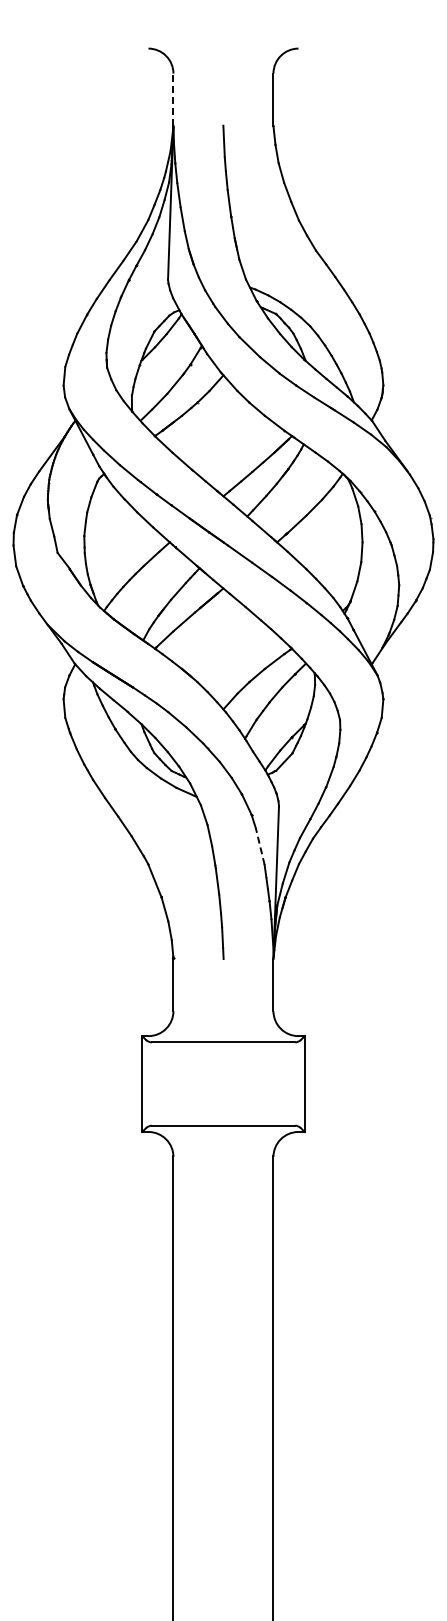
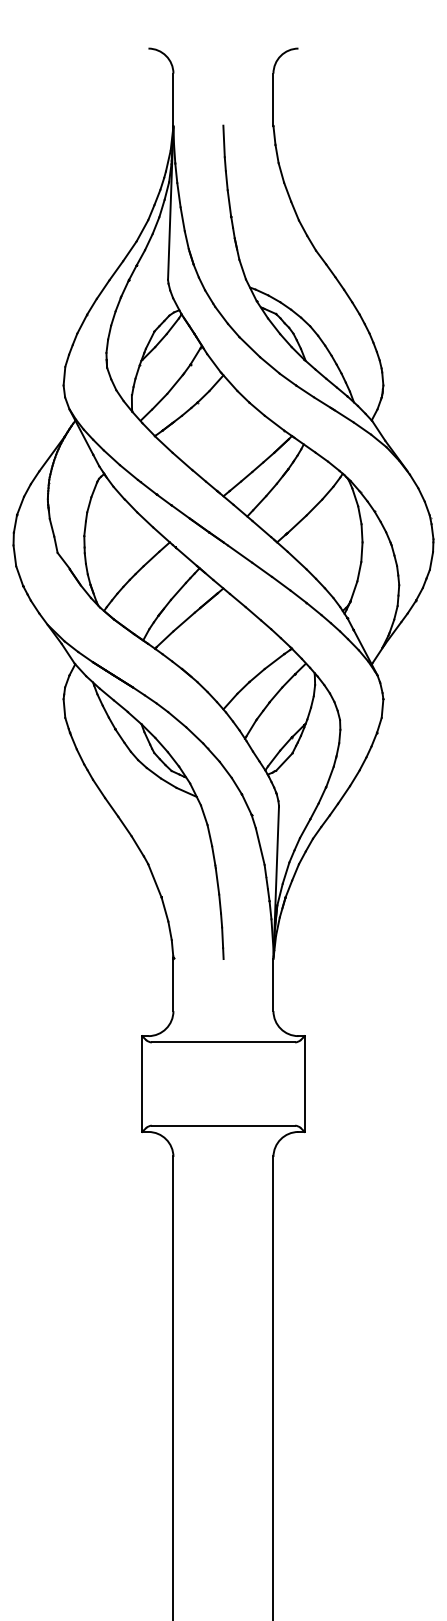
line at (173, 99): dashed -> solid
line at (260, 846): dashed -> solid
